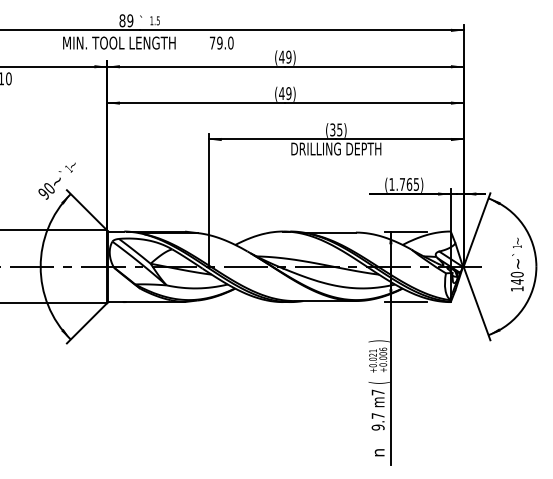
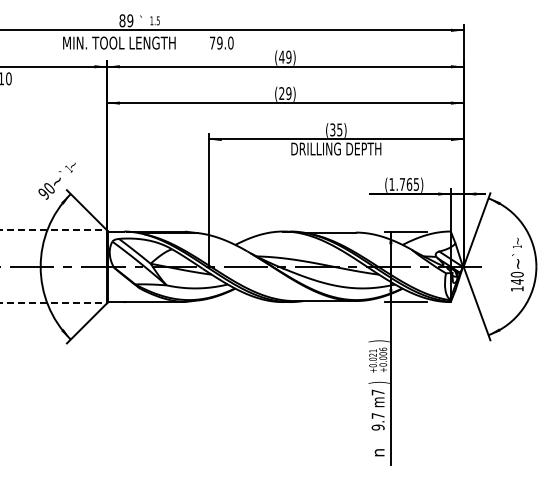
text at (281, 93): (49) -> (29)
line at (54, 230): solid -> dashed
line at (54, 303): solid -> dashed
text at (378, 382): ( -> )
